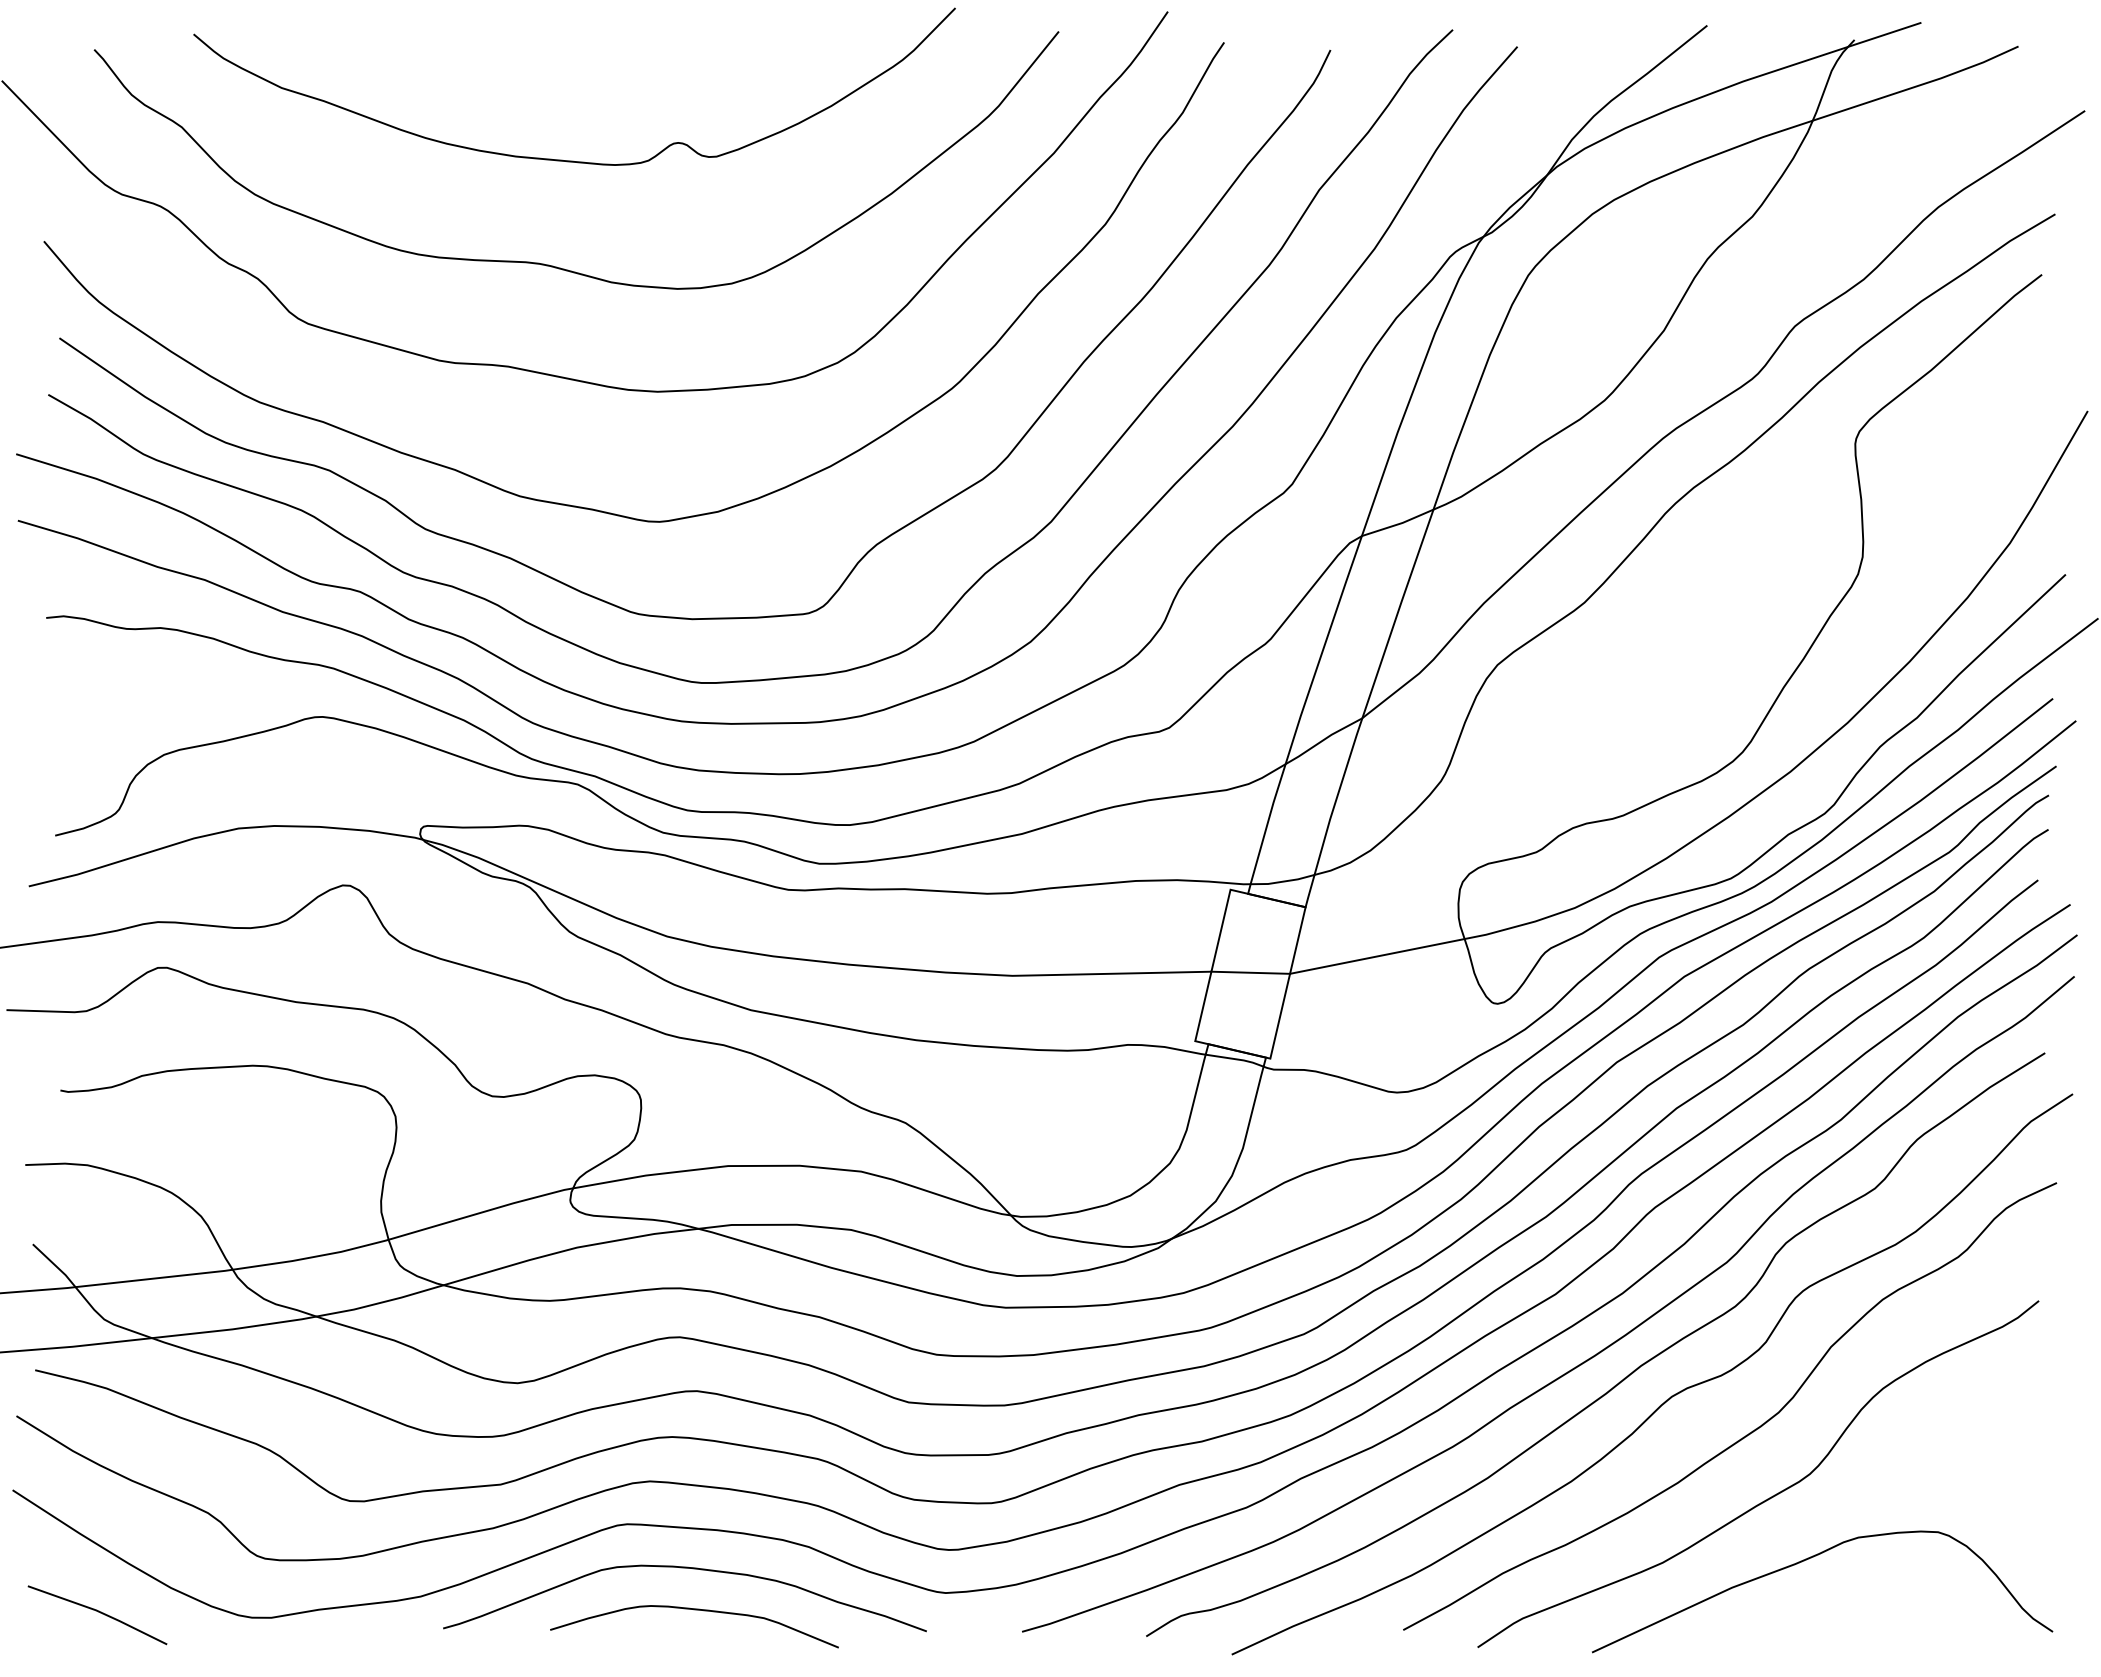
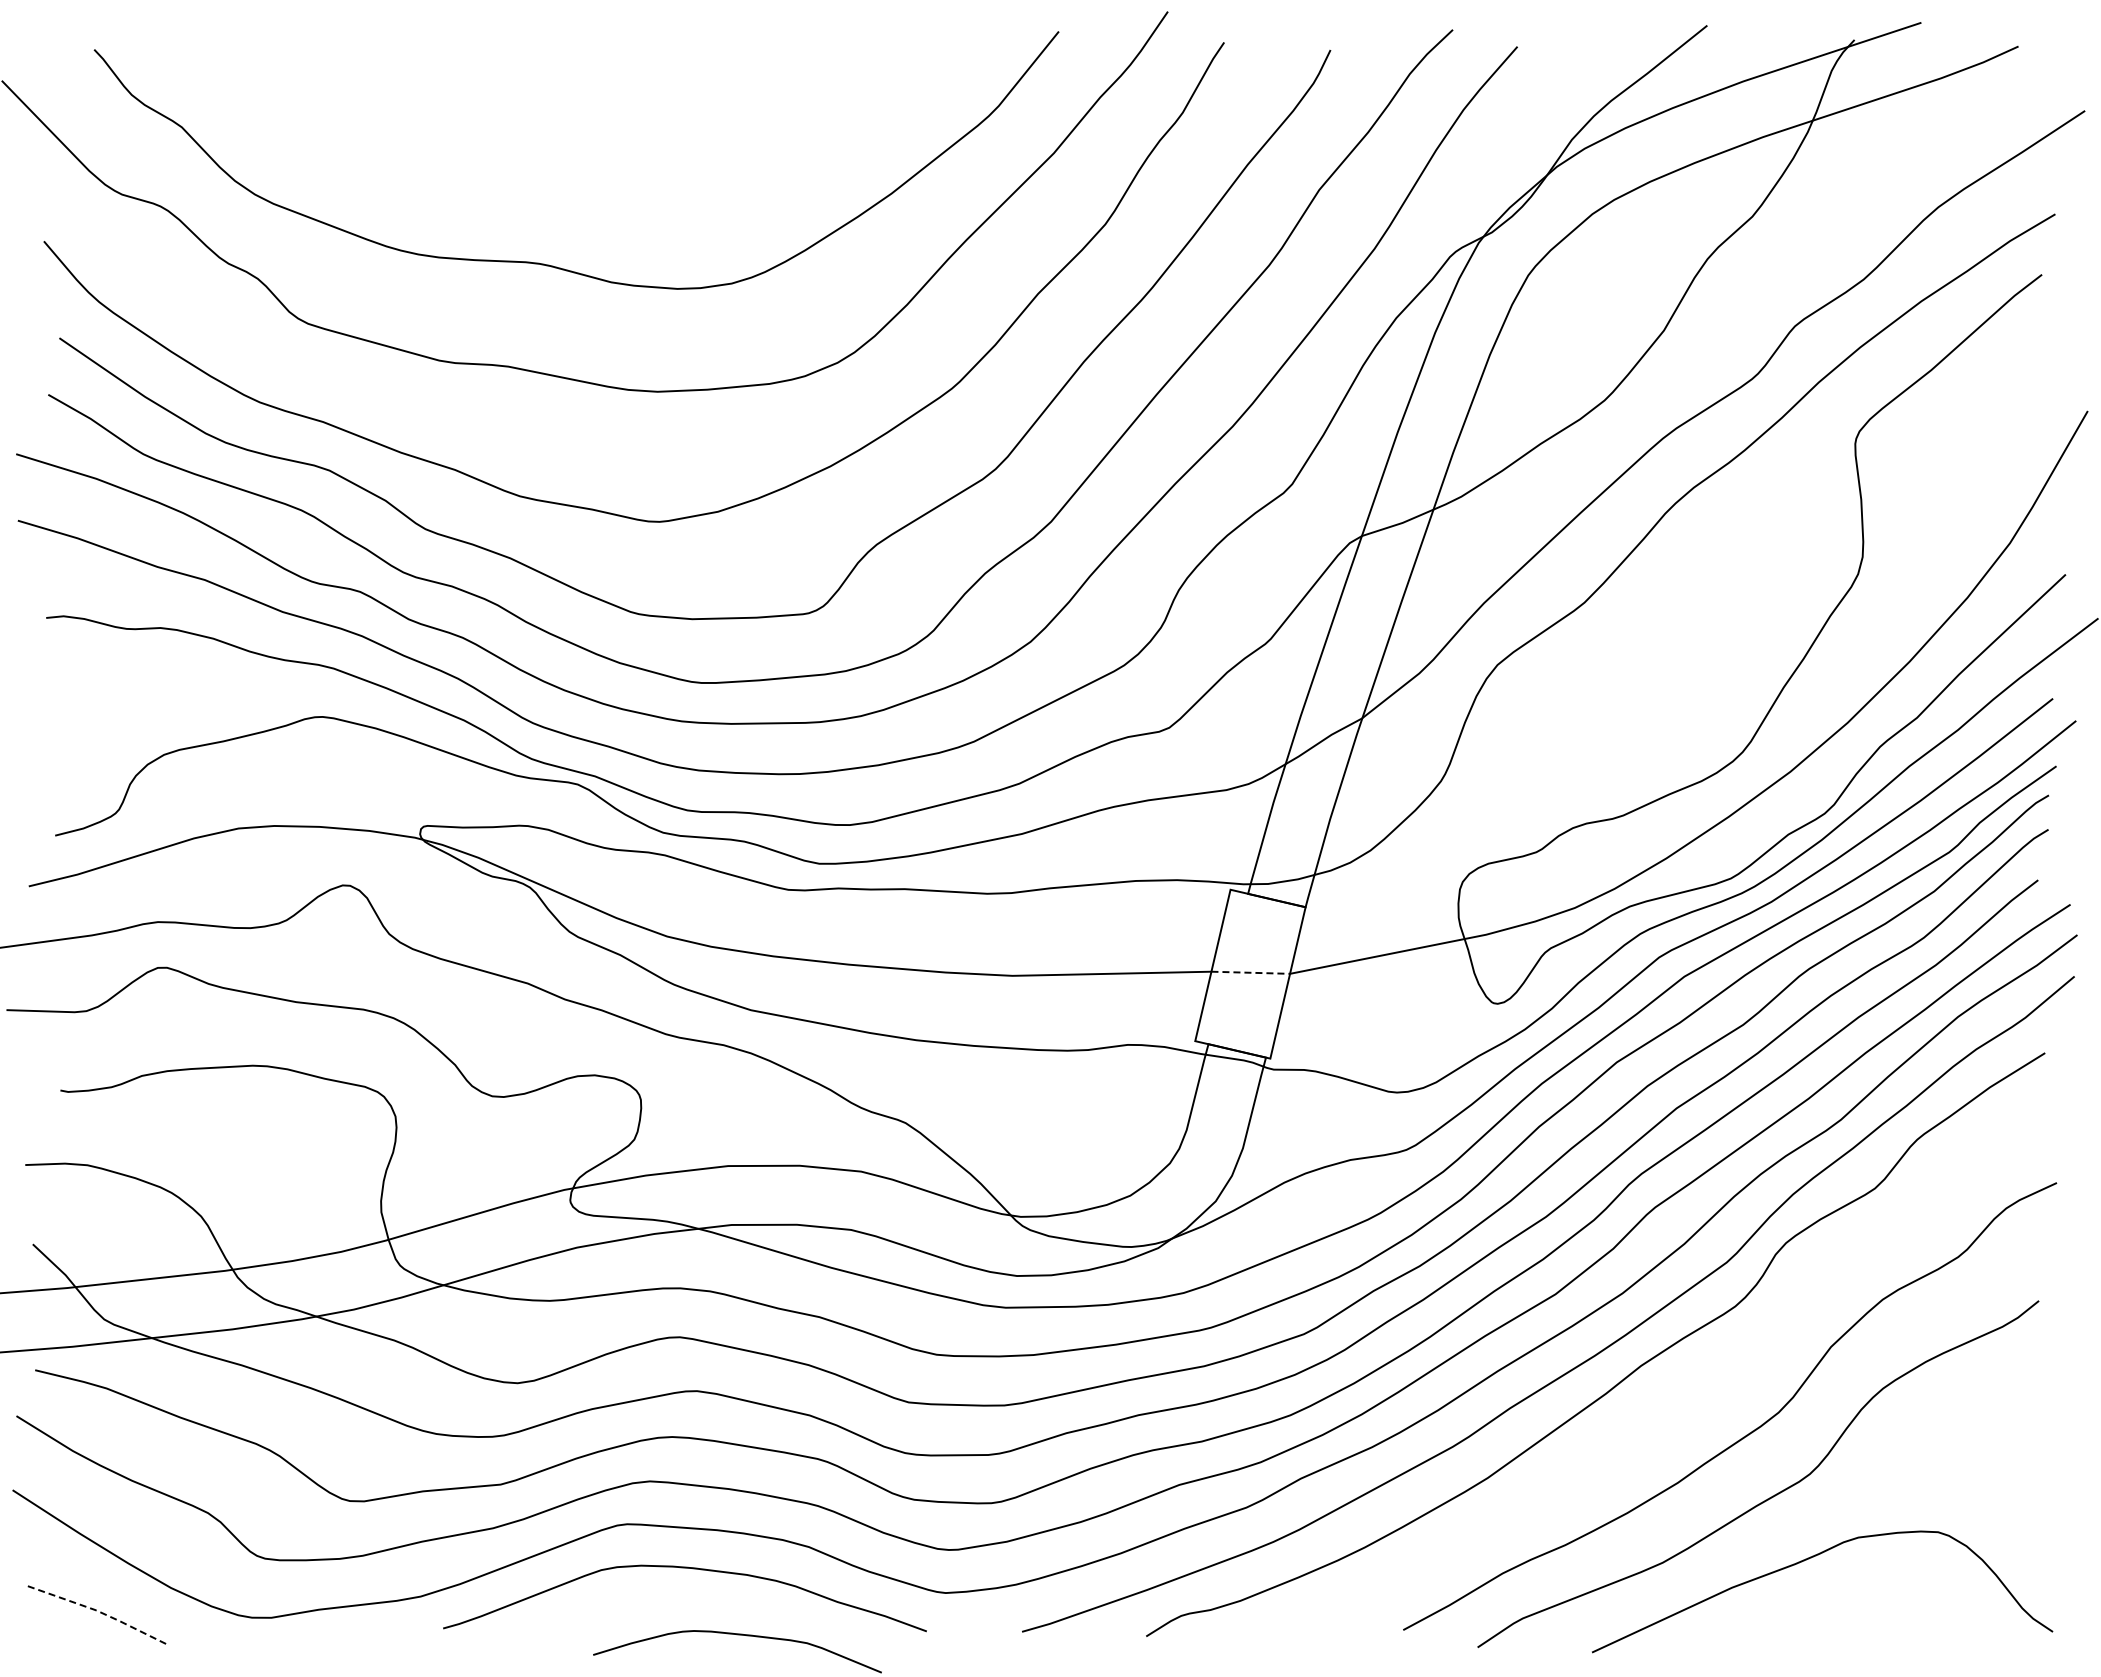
curve at (562, 159): present -> none
line at (1251, 972): solid -> dashed
curve at (1671, 1395): present -> none
curve at (694, 1610) position: (694, 1610) -> (737, 1635)
line at (99, 1611): solid -> dashed
